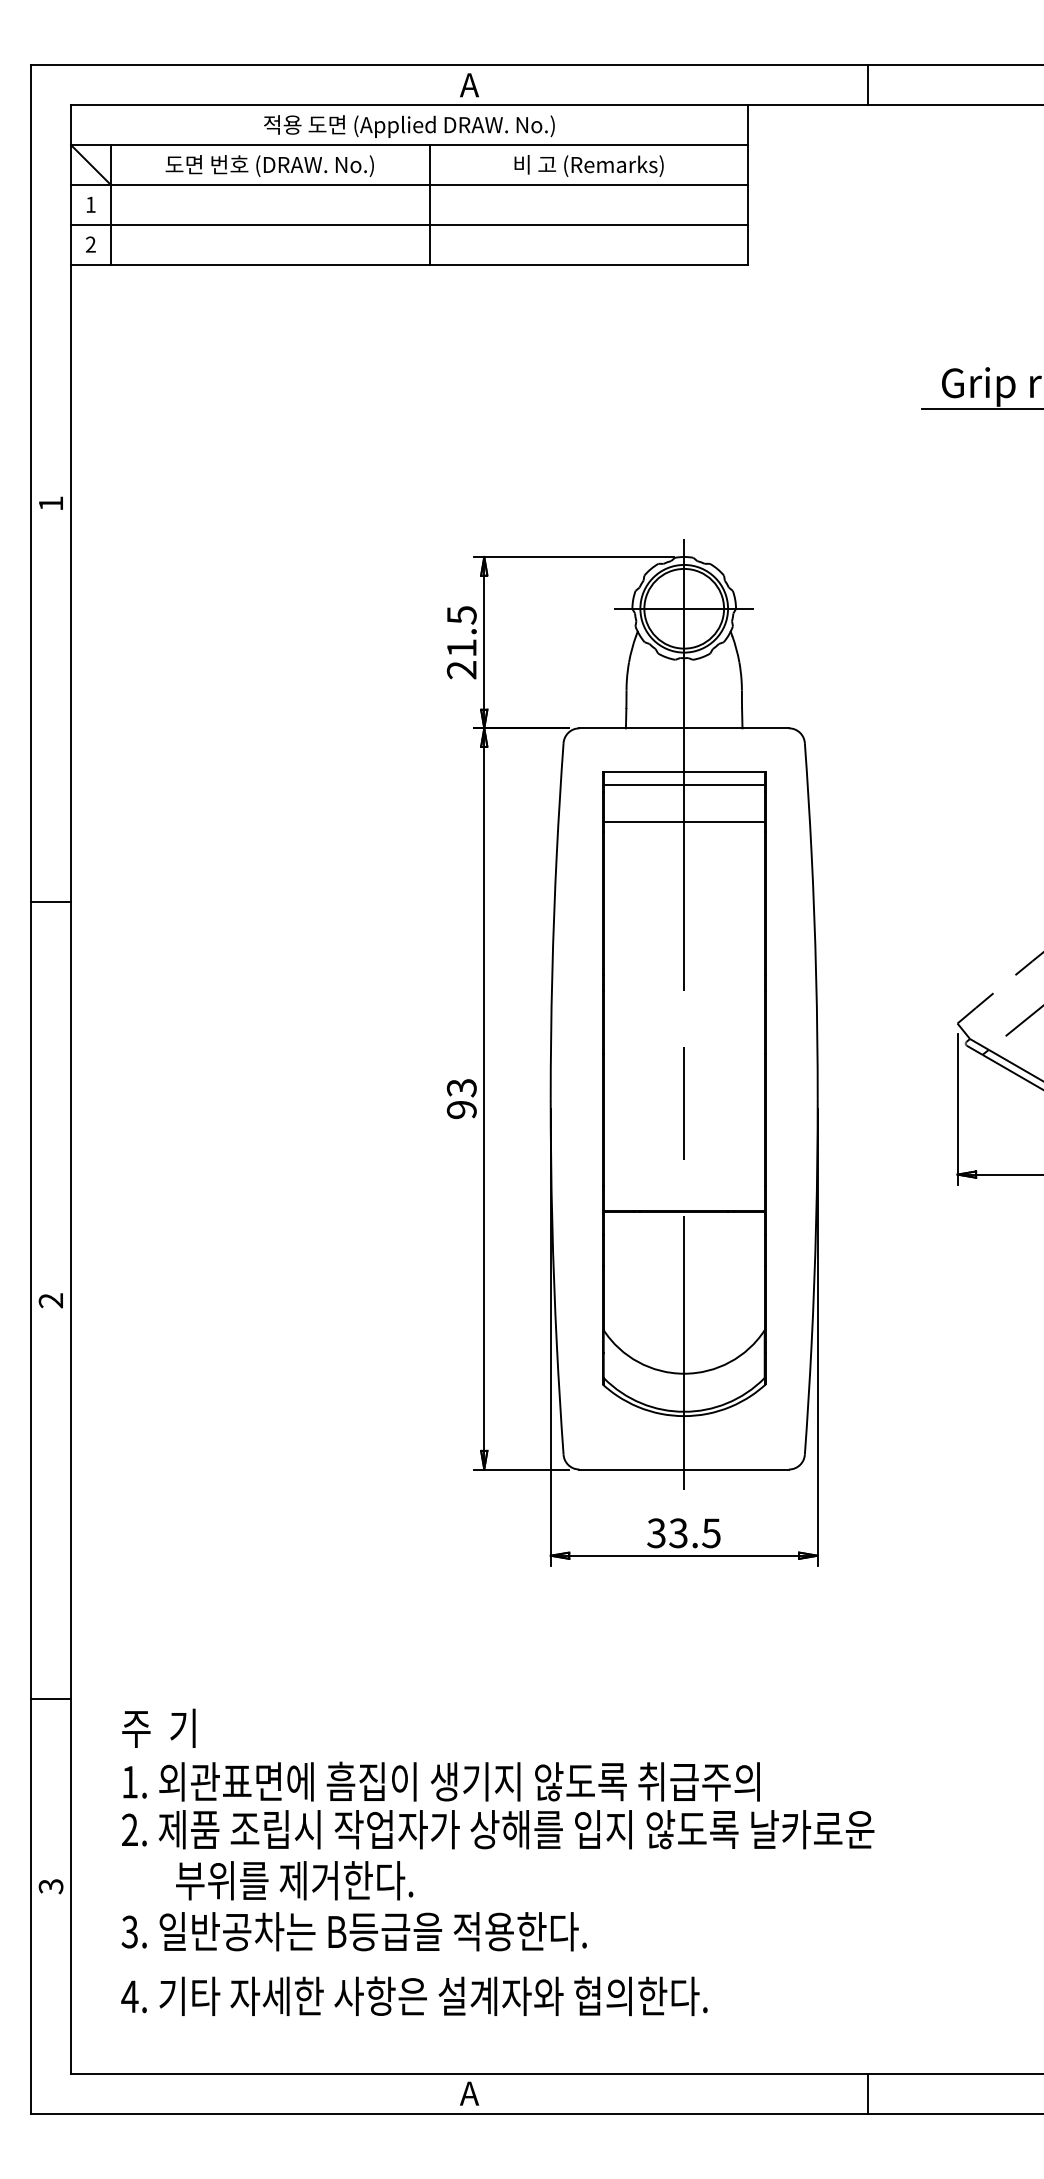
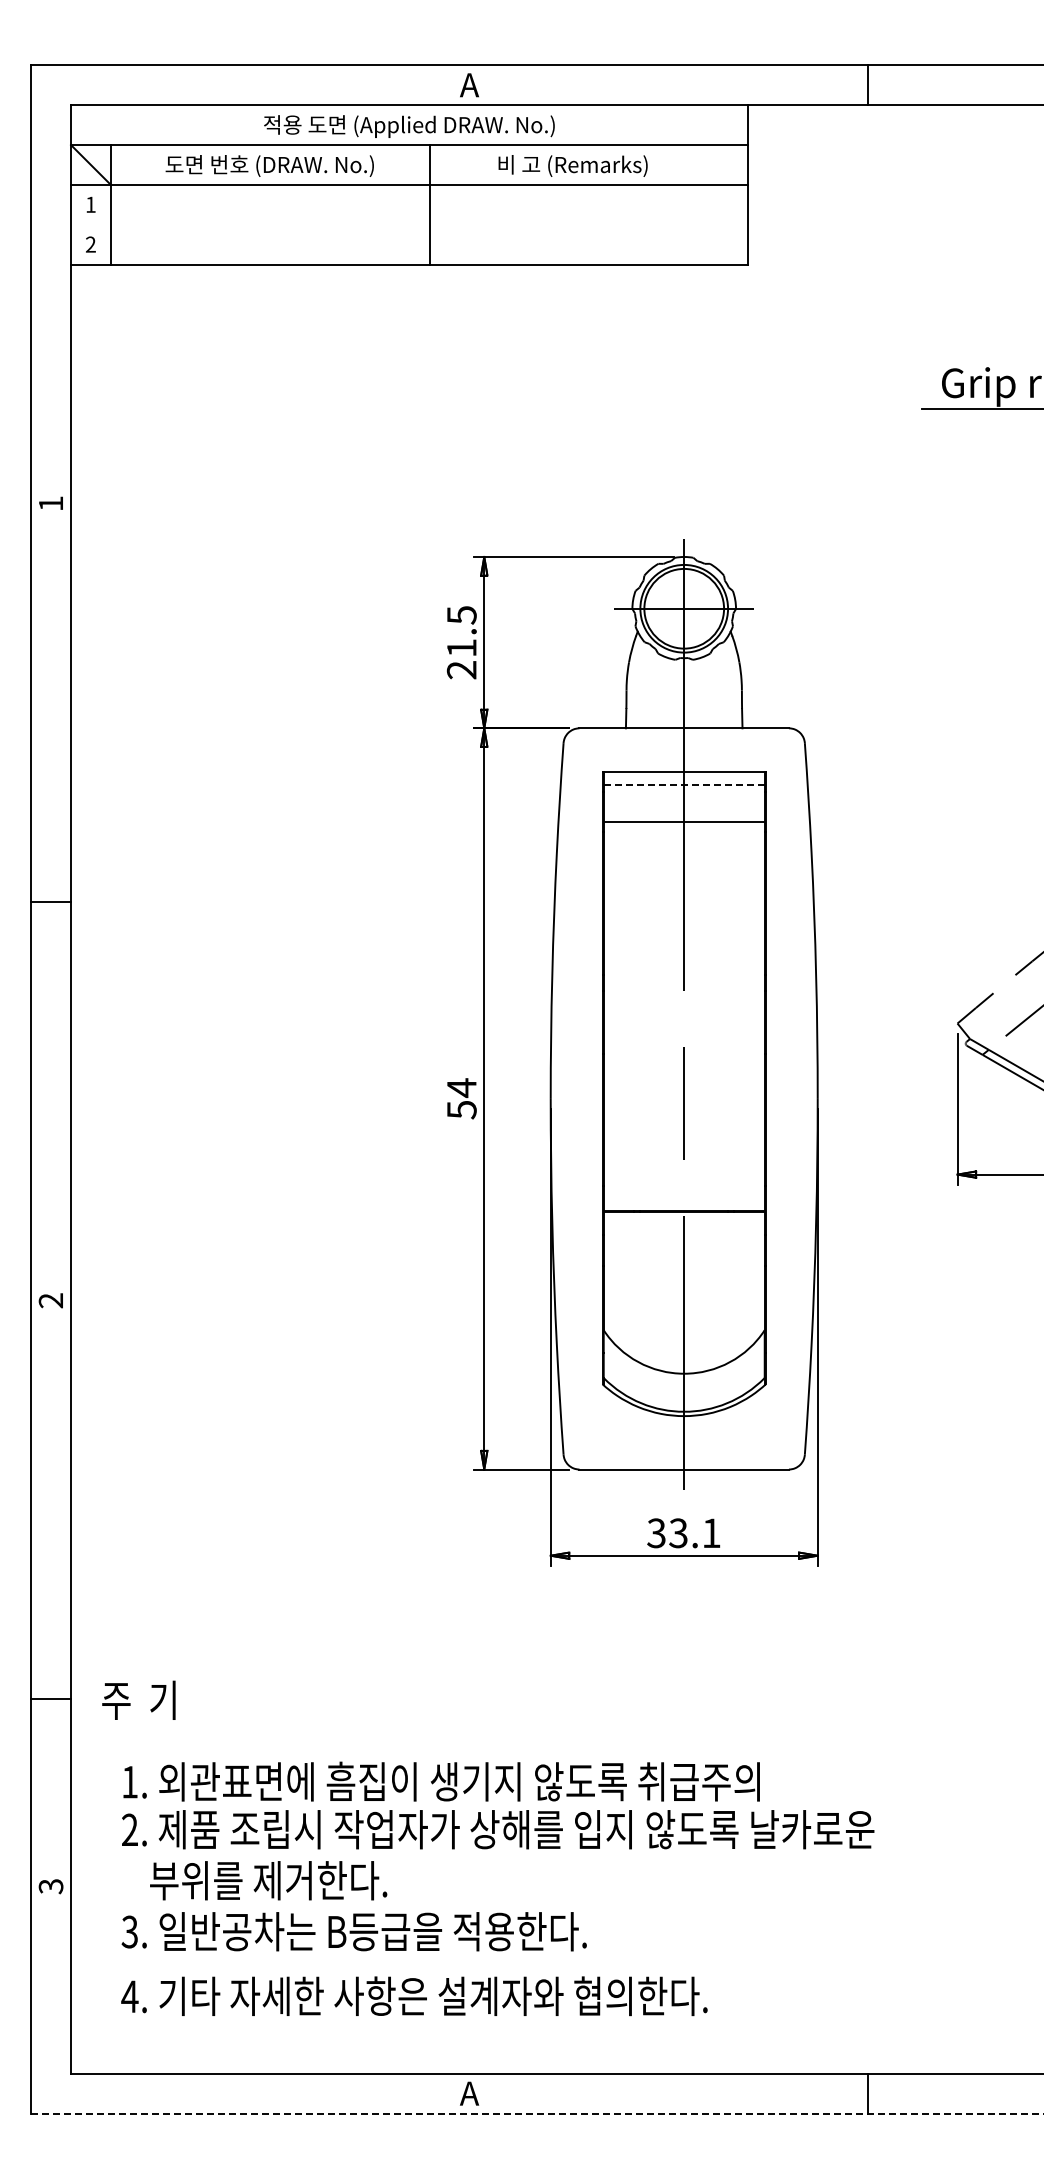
text at (588, 165) position: (588, 165) -> (572, 165)
line at (409, 224): present -> none
line at (683, 785): solid -> dashed
text at (461, 1098): 93 -> 54
text at (711, 1533): 33.5 -> 33.1
text at (158, 1727) position: (158, 1727) -> (138, 1699)
text at (294, 1880) position: (294, 1880) -> (268, 1880)
line at (537, 2113): solid -> dashed
